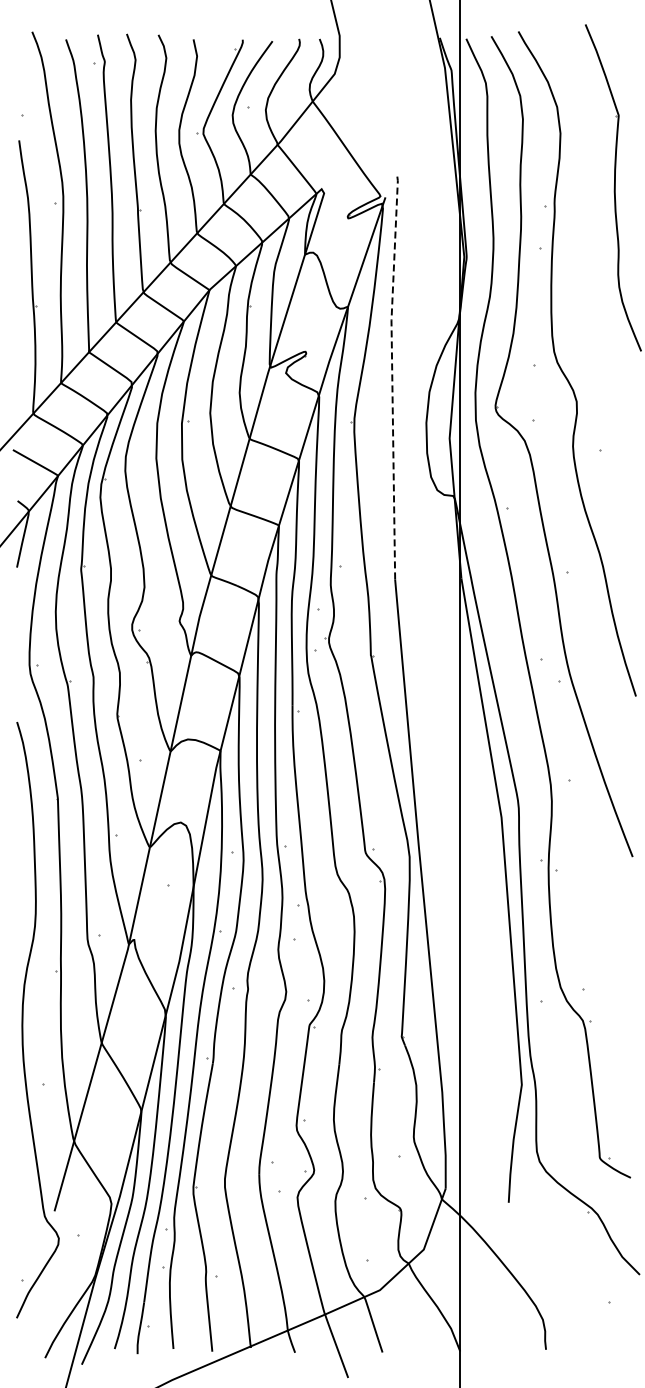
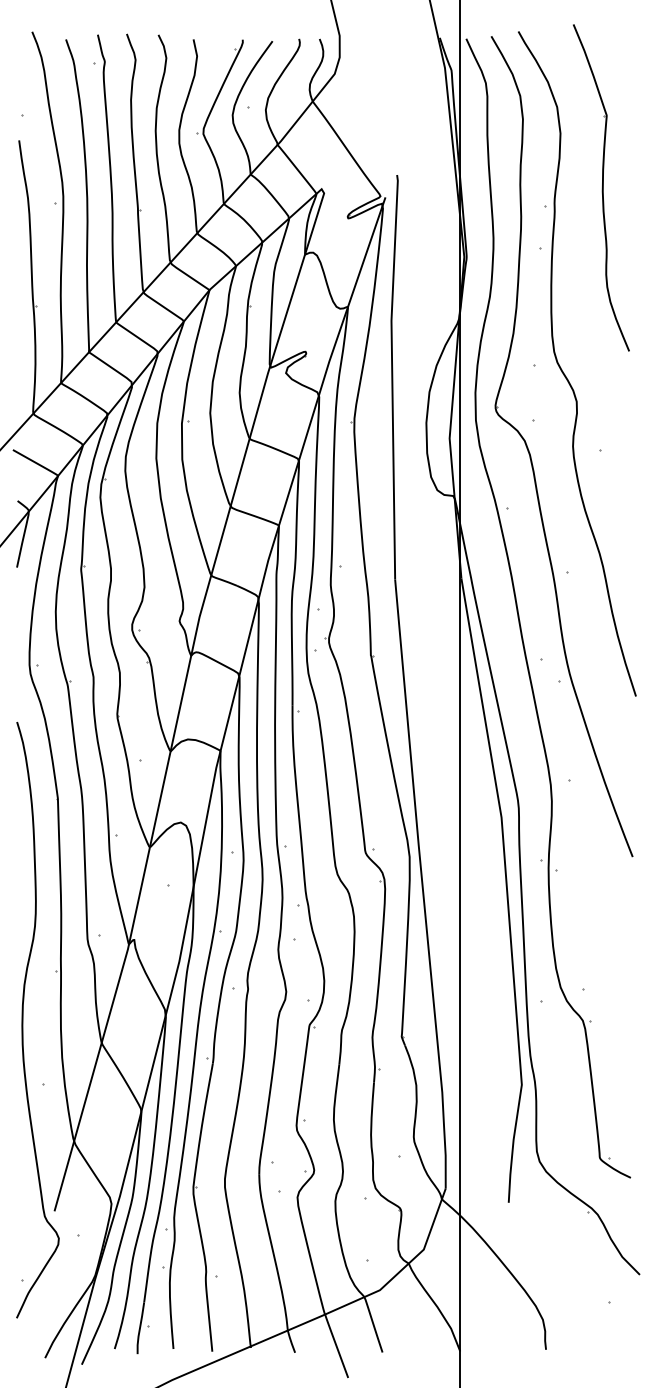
part at (613, 187) position: (613, 187) -> (601, 187)
line at (392, 375): dashed -> solid
